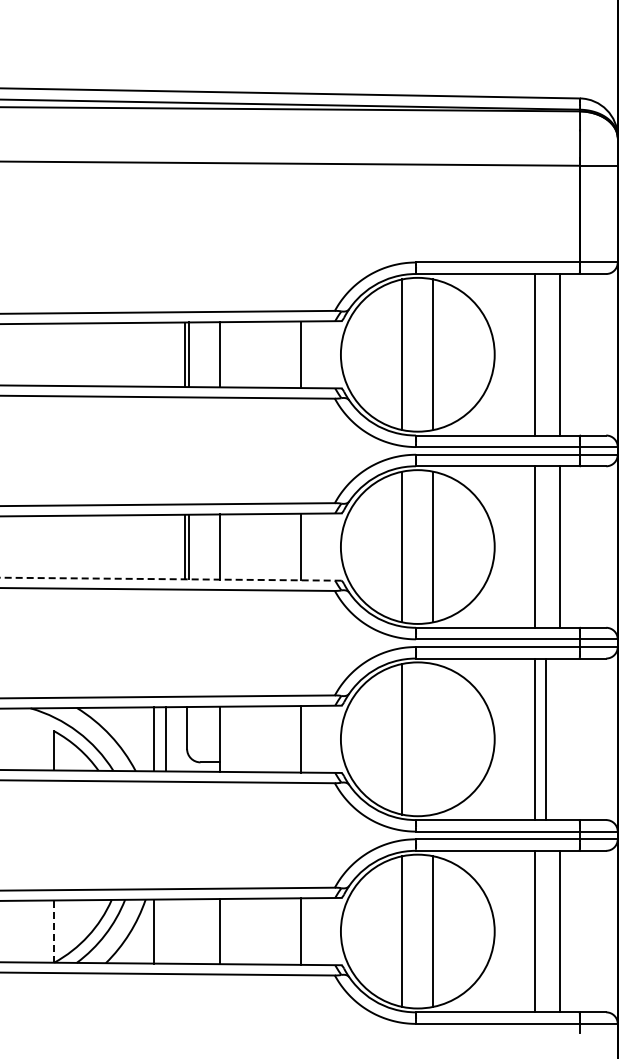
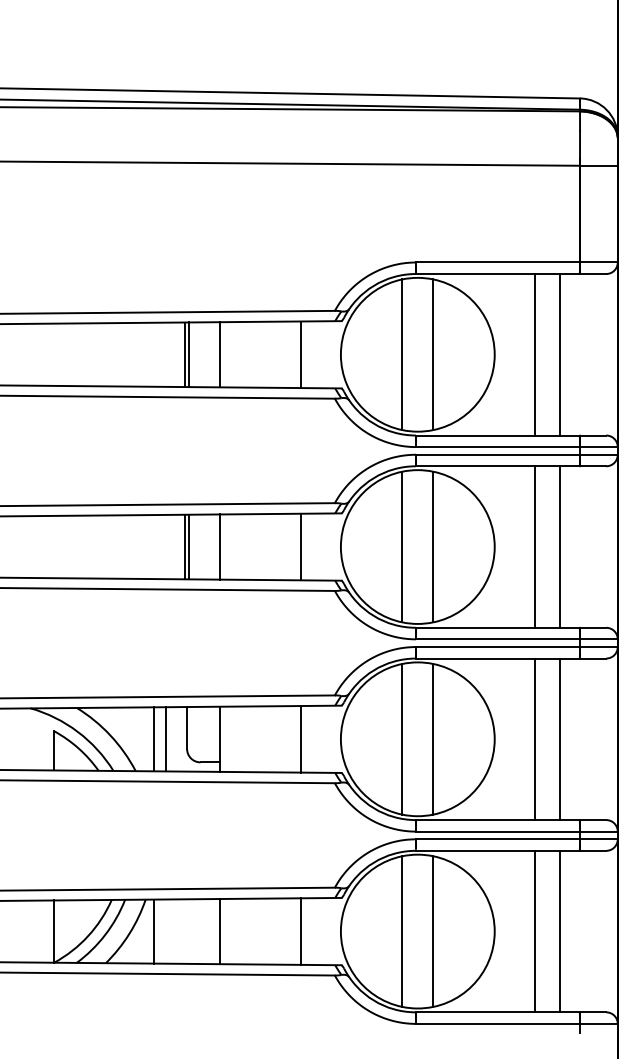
line at (170, 579): dashed -> solid
line at (433, 738): none -> present
line at (546, 739) position: (546, 739) -> (560, 739)
line at (54, 931): dashed -> solid
